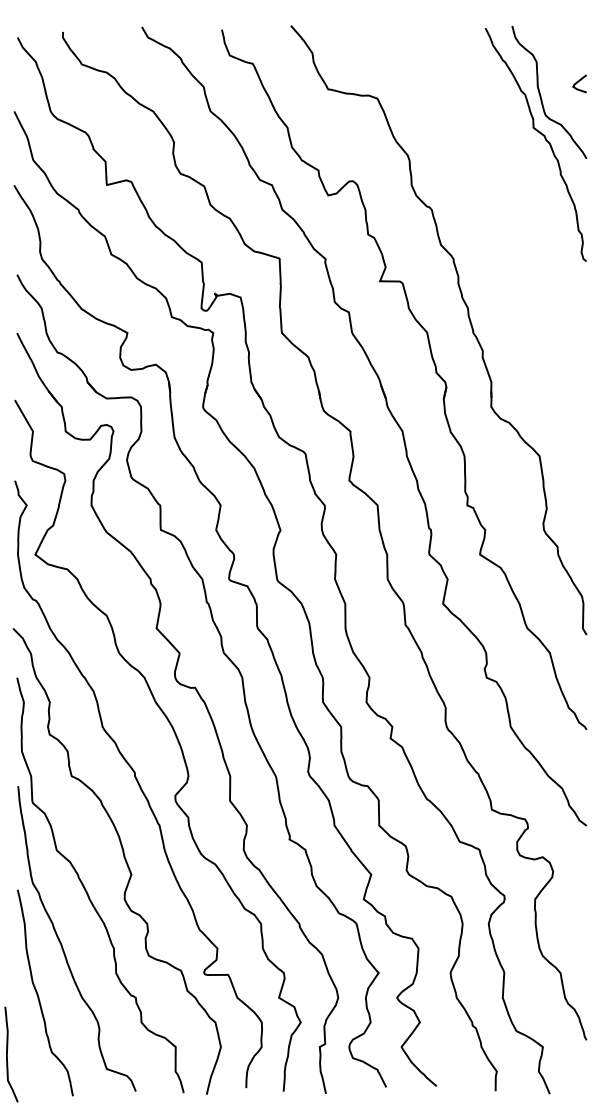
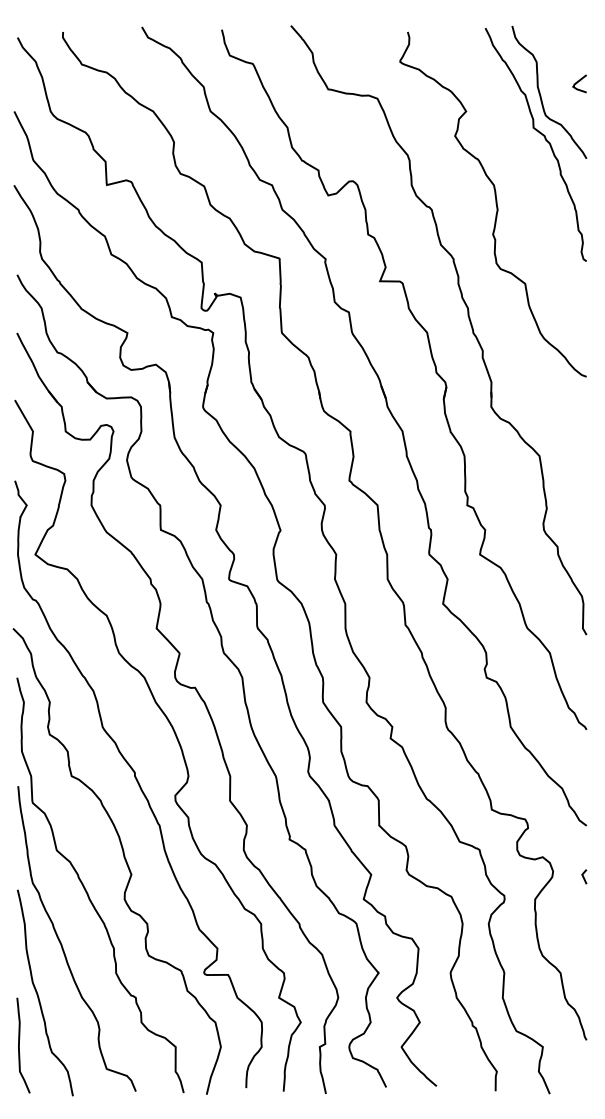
curve at (495, 204): none -> present
line at (584, 876): none -> present
curve at (7, 1054) position: (7, 1054) -> (19, 1045)
